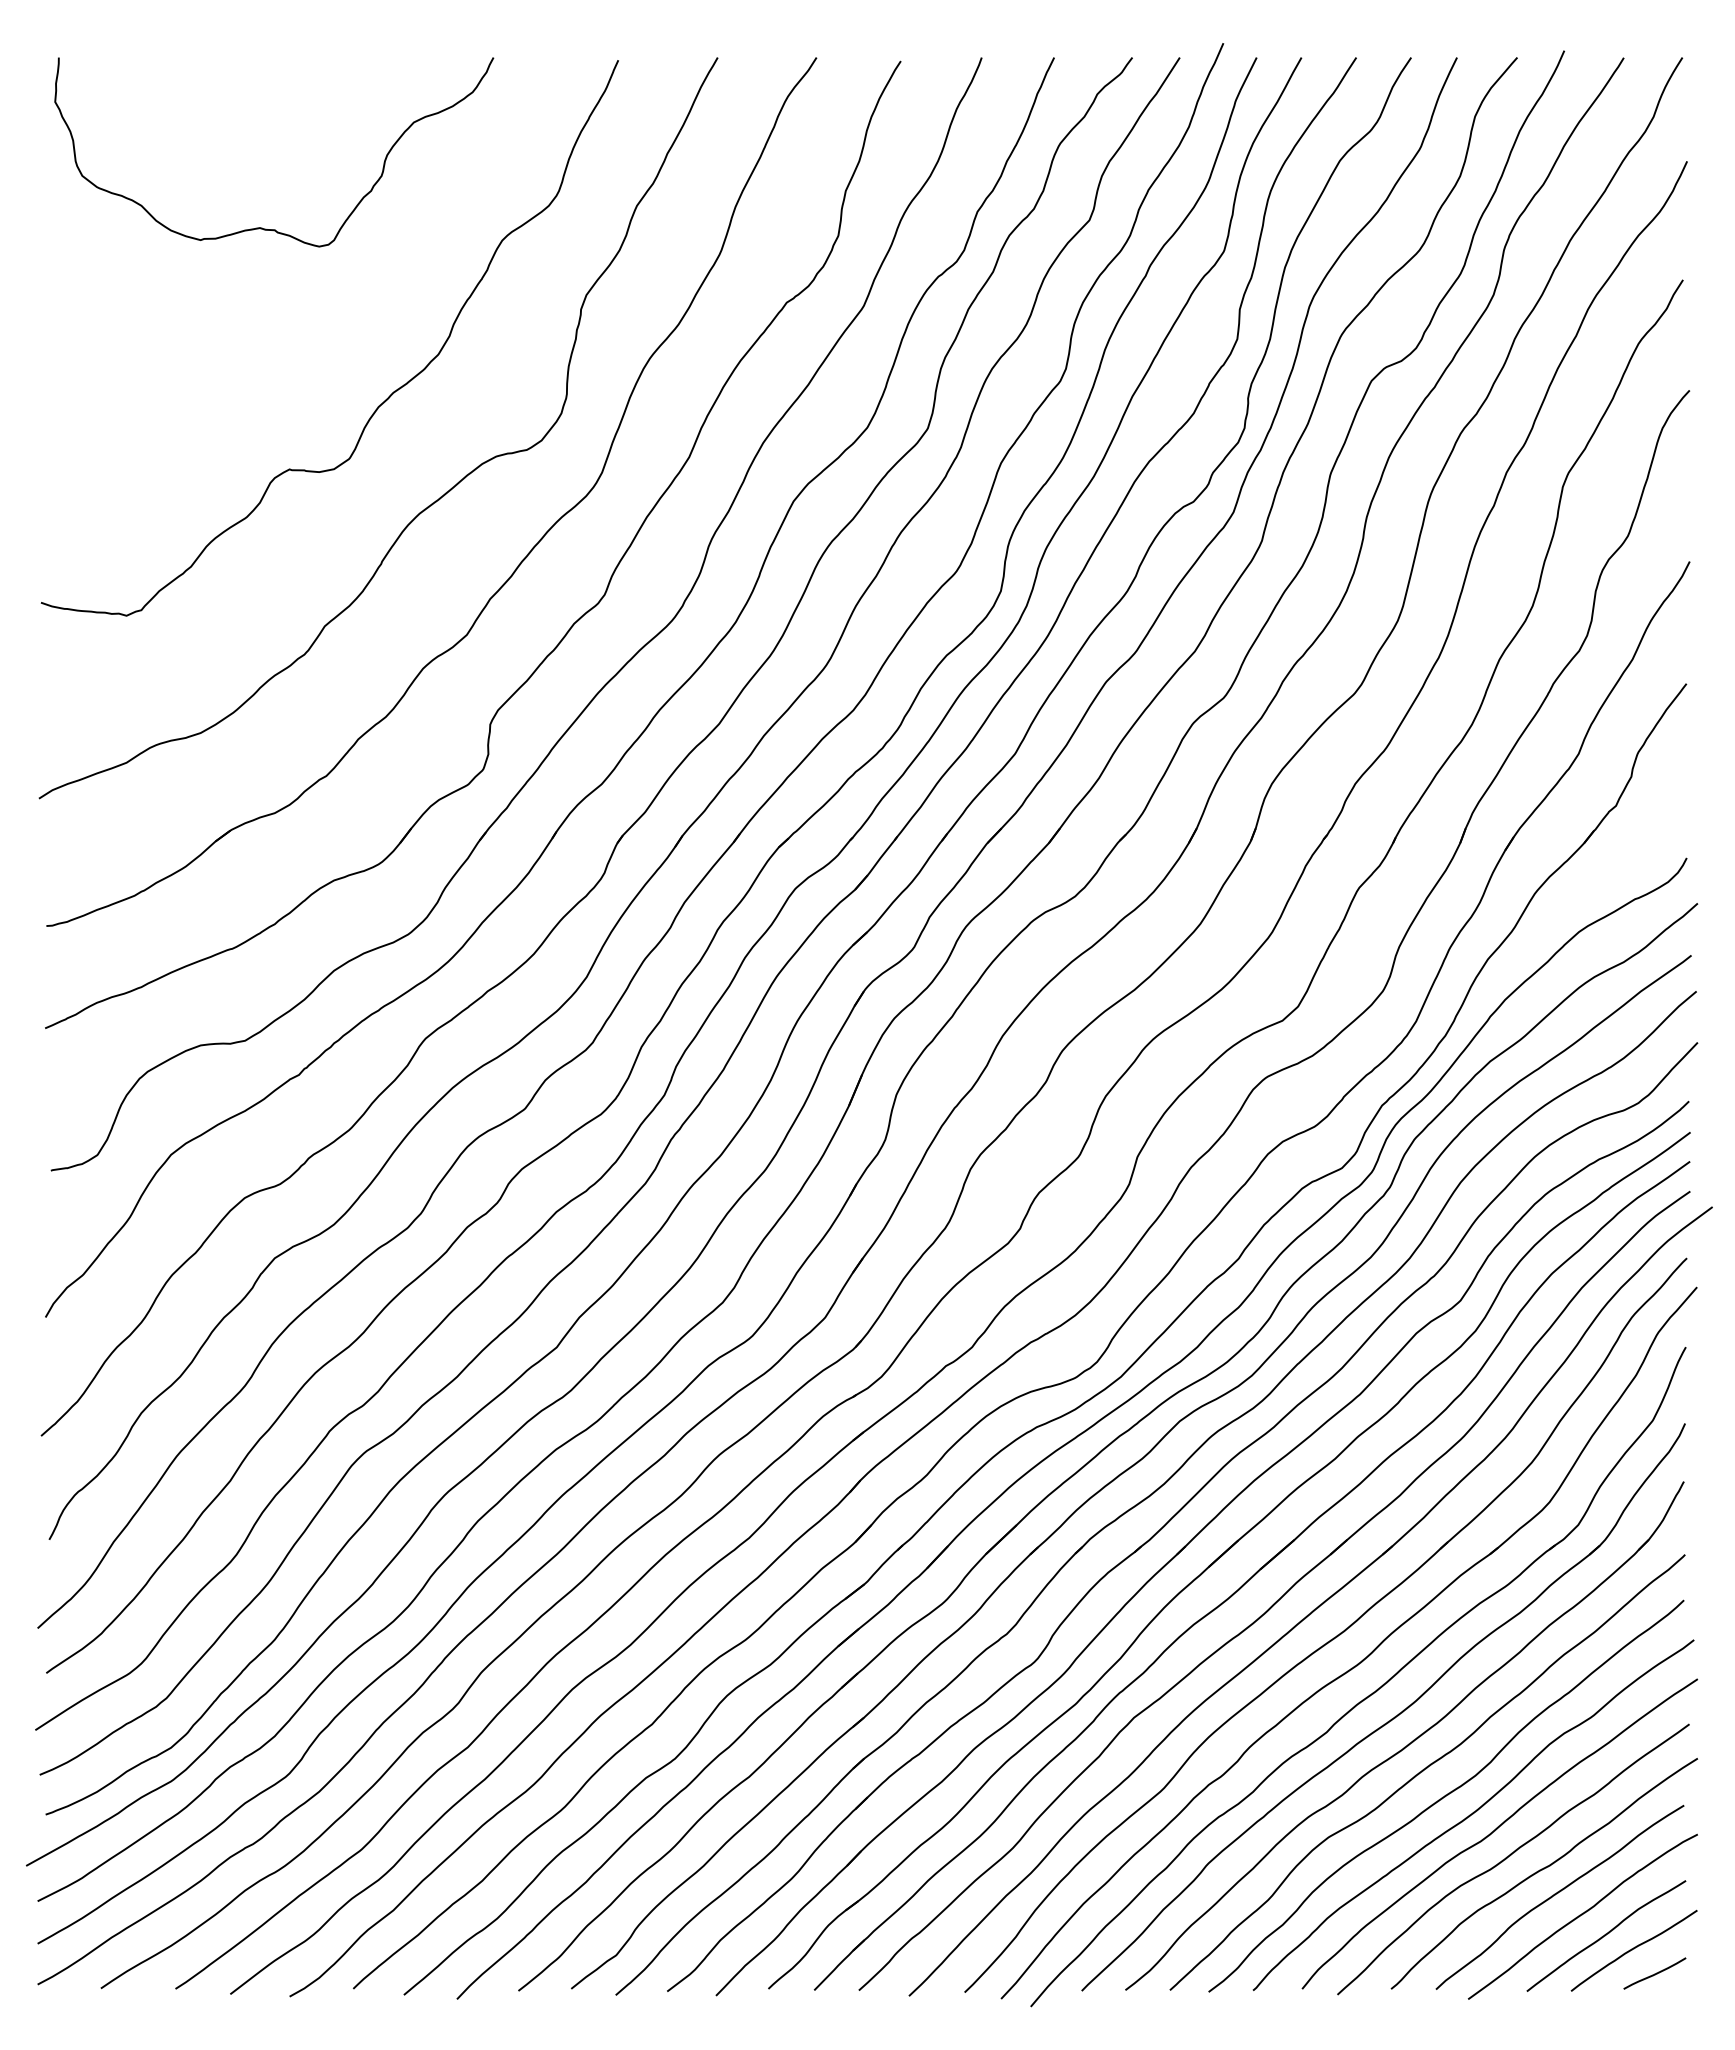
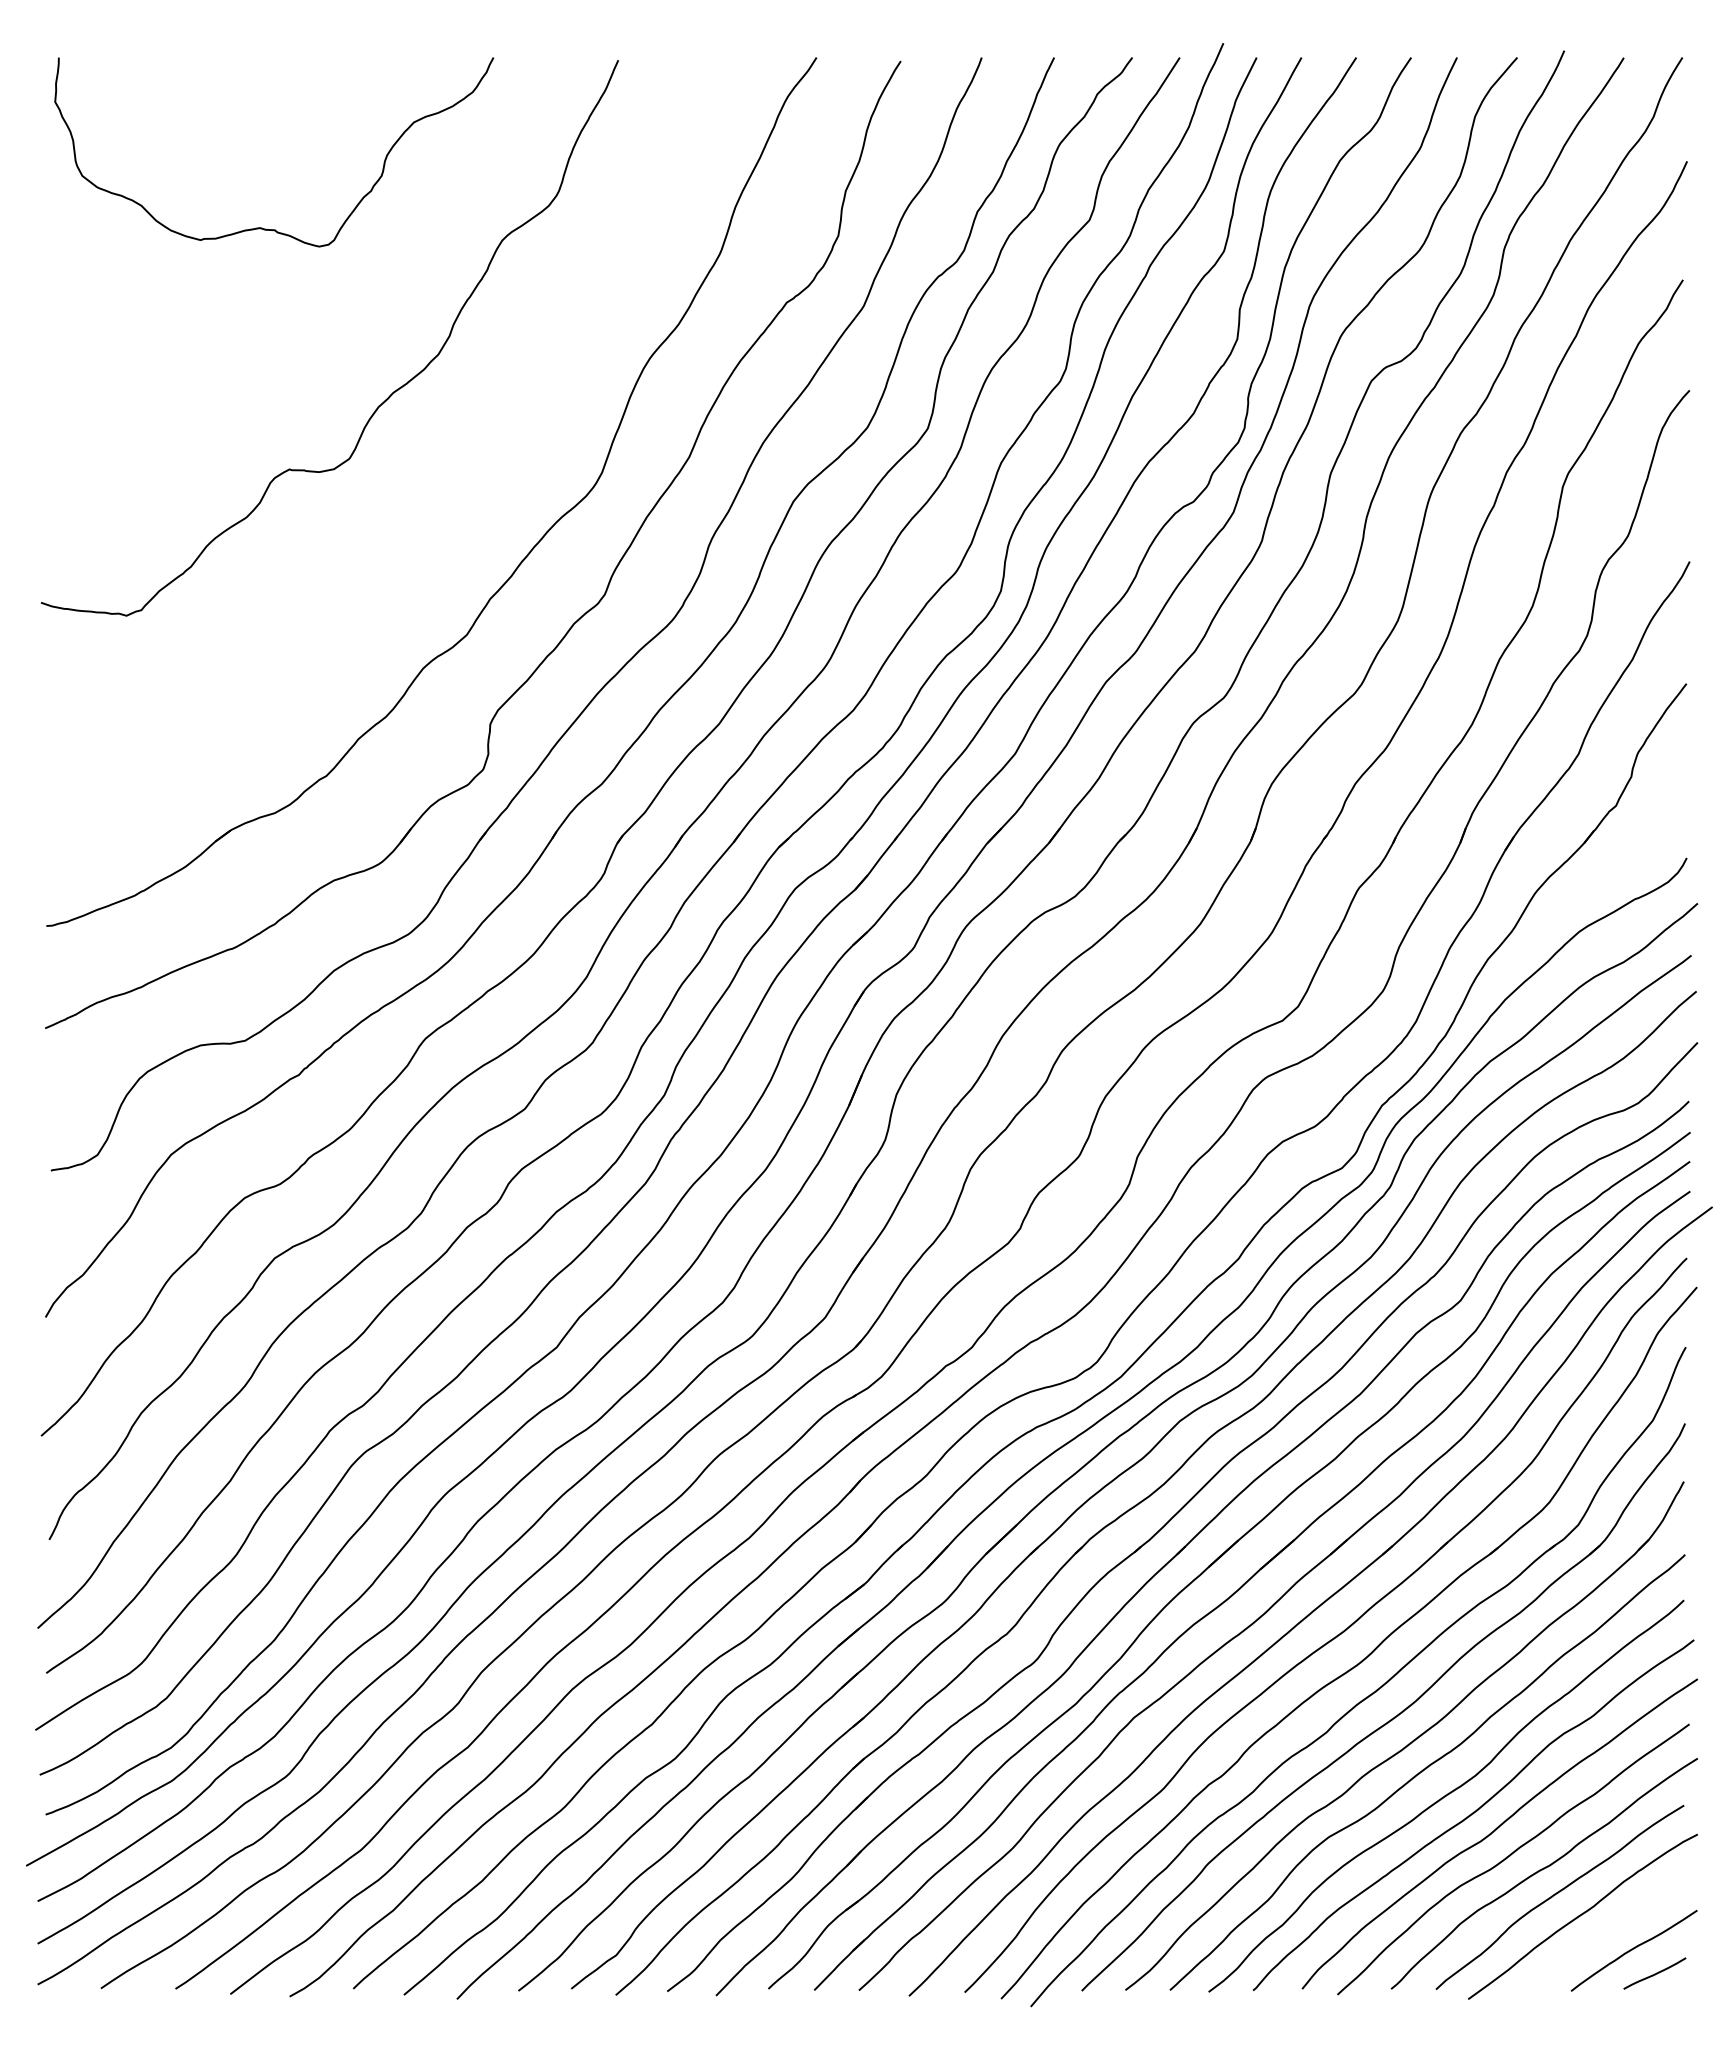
curve at (432, 502): present -> none
curve at (1606, 1935): present -> none
